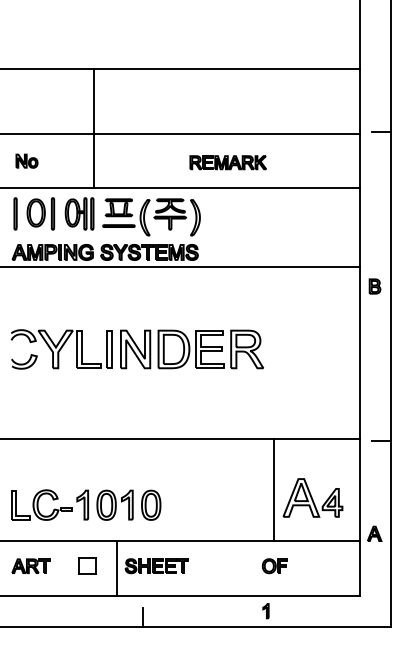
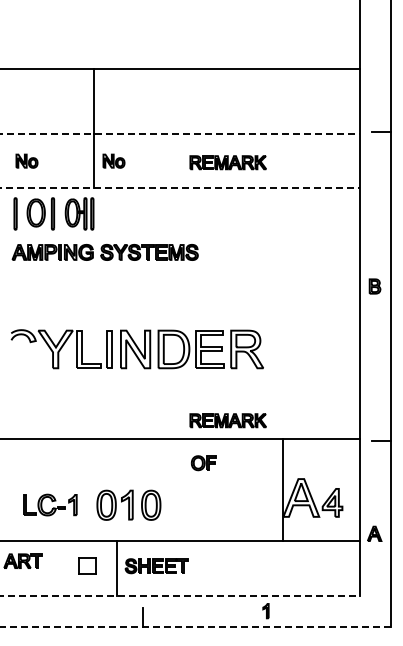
line at (180, 133): solid -> dashed
part at (113, 160): none -> present
line at (180, 188): solid -> dashed
part at (151, 217): present -> none
line at (180, 266): present -> none
curve at (25, 362): present -> none
part at (227, 420): none -> present
line at (273, 489) position: (273, 489) -> (282, 489)
part at (49, 504) size: 78x32 px -> 55x24 px
part at (30, 565) position: (30, 565) -> (22, 560)
part at (274, 566) position: (274, 566) -> (203, 463)
line at (180, 595): solid -> dashed
line at (195, 626): solid -> dashed
